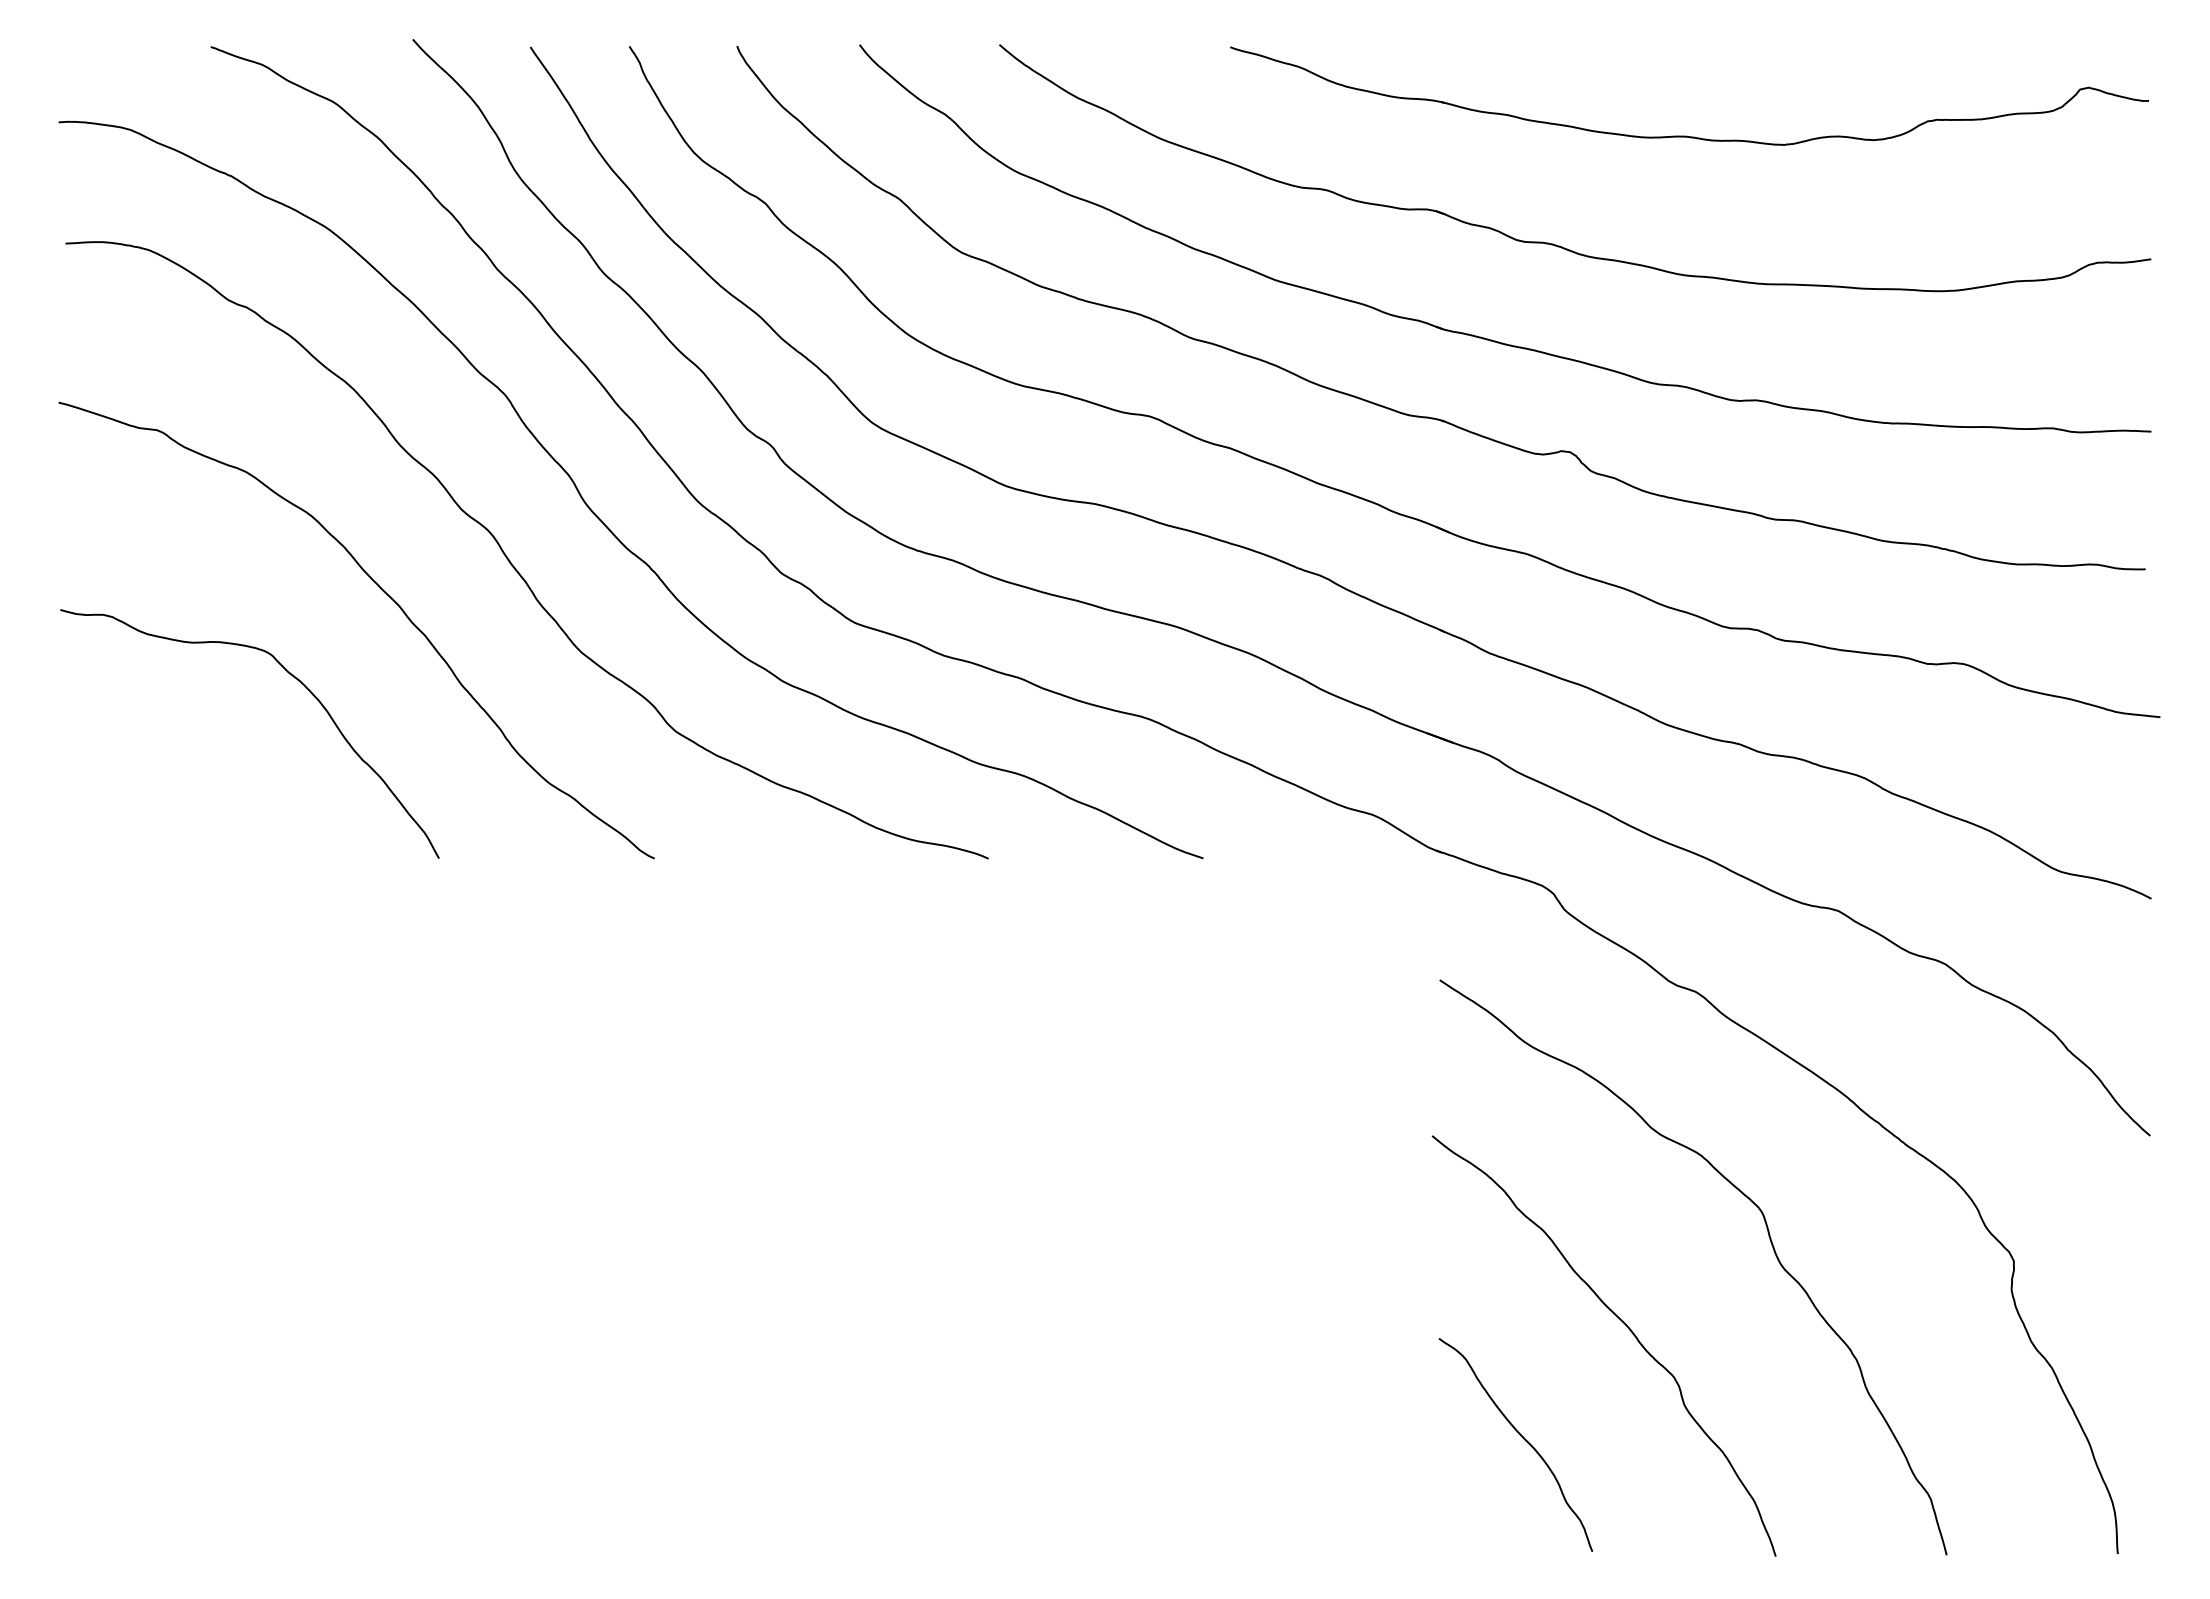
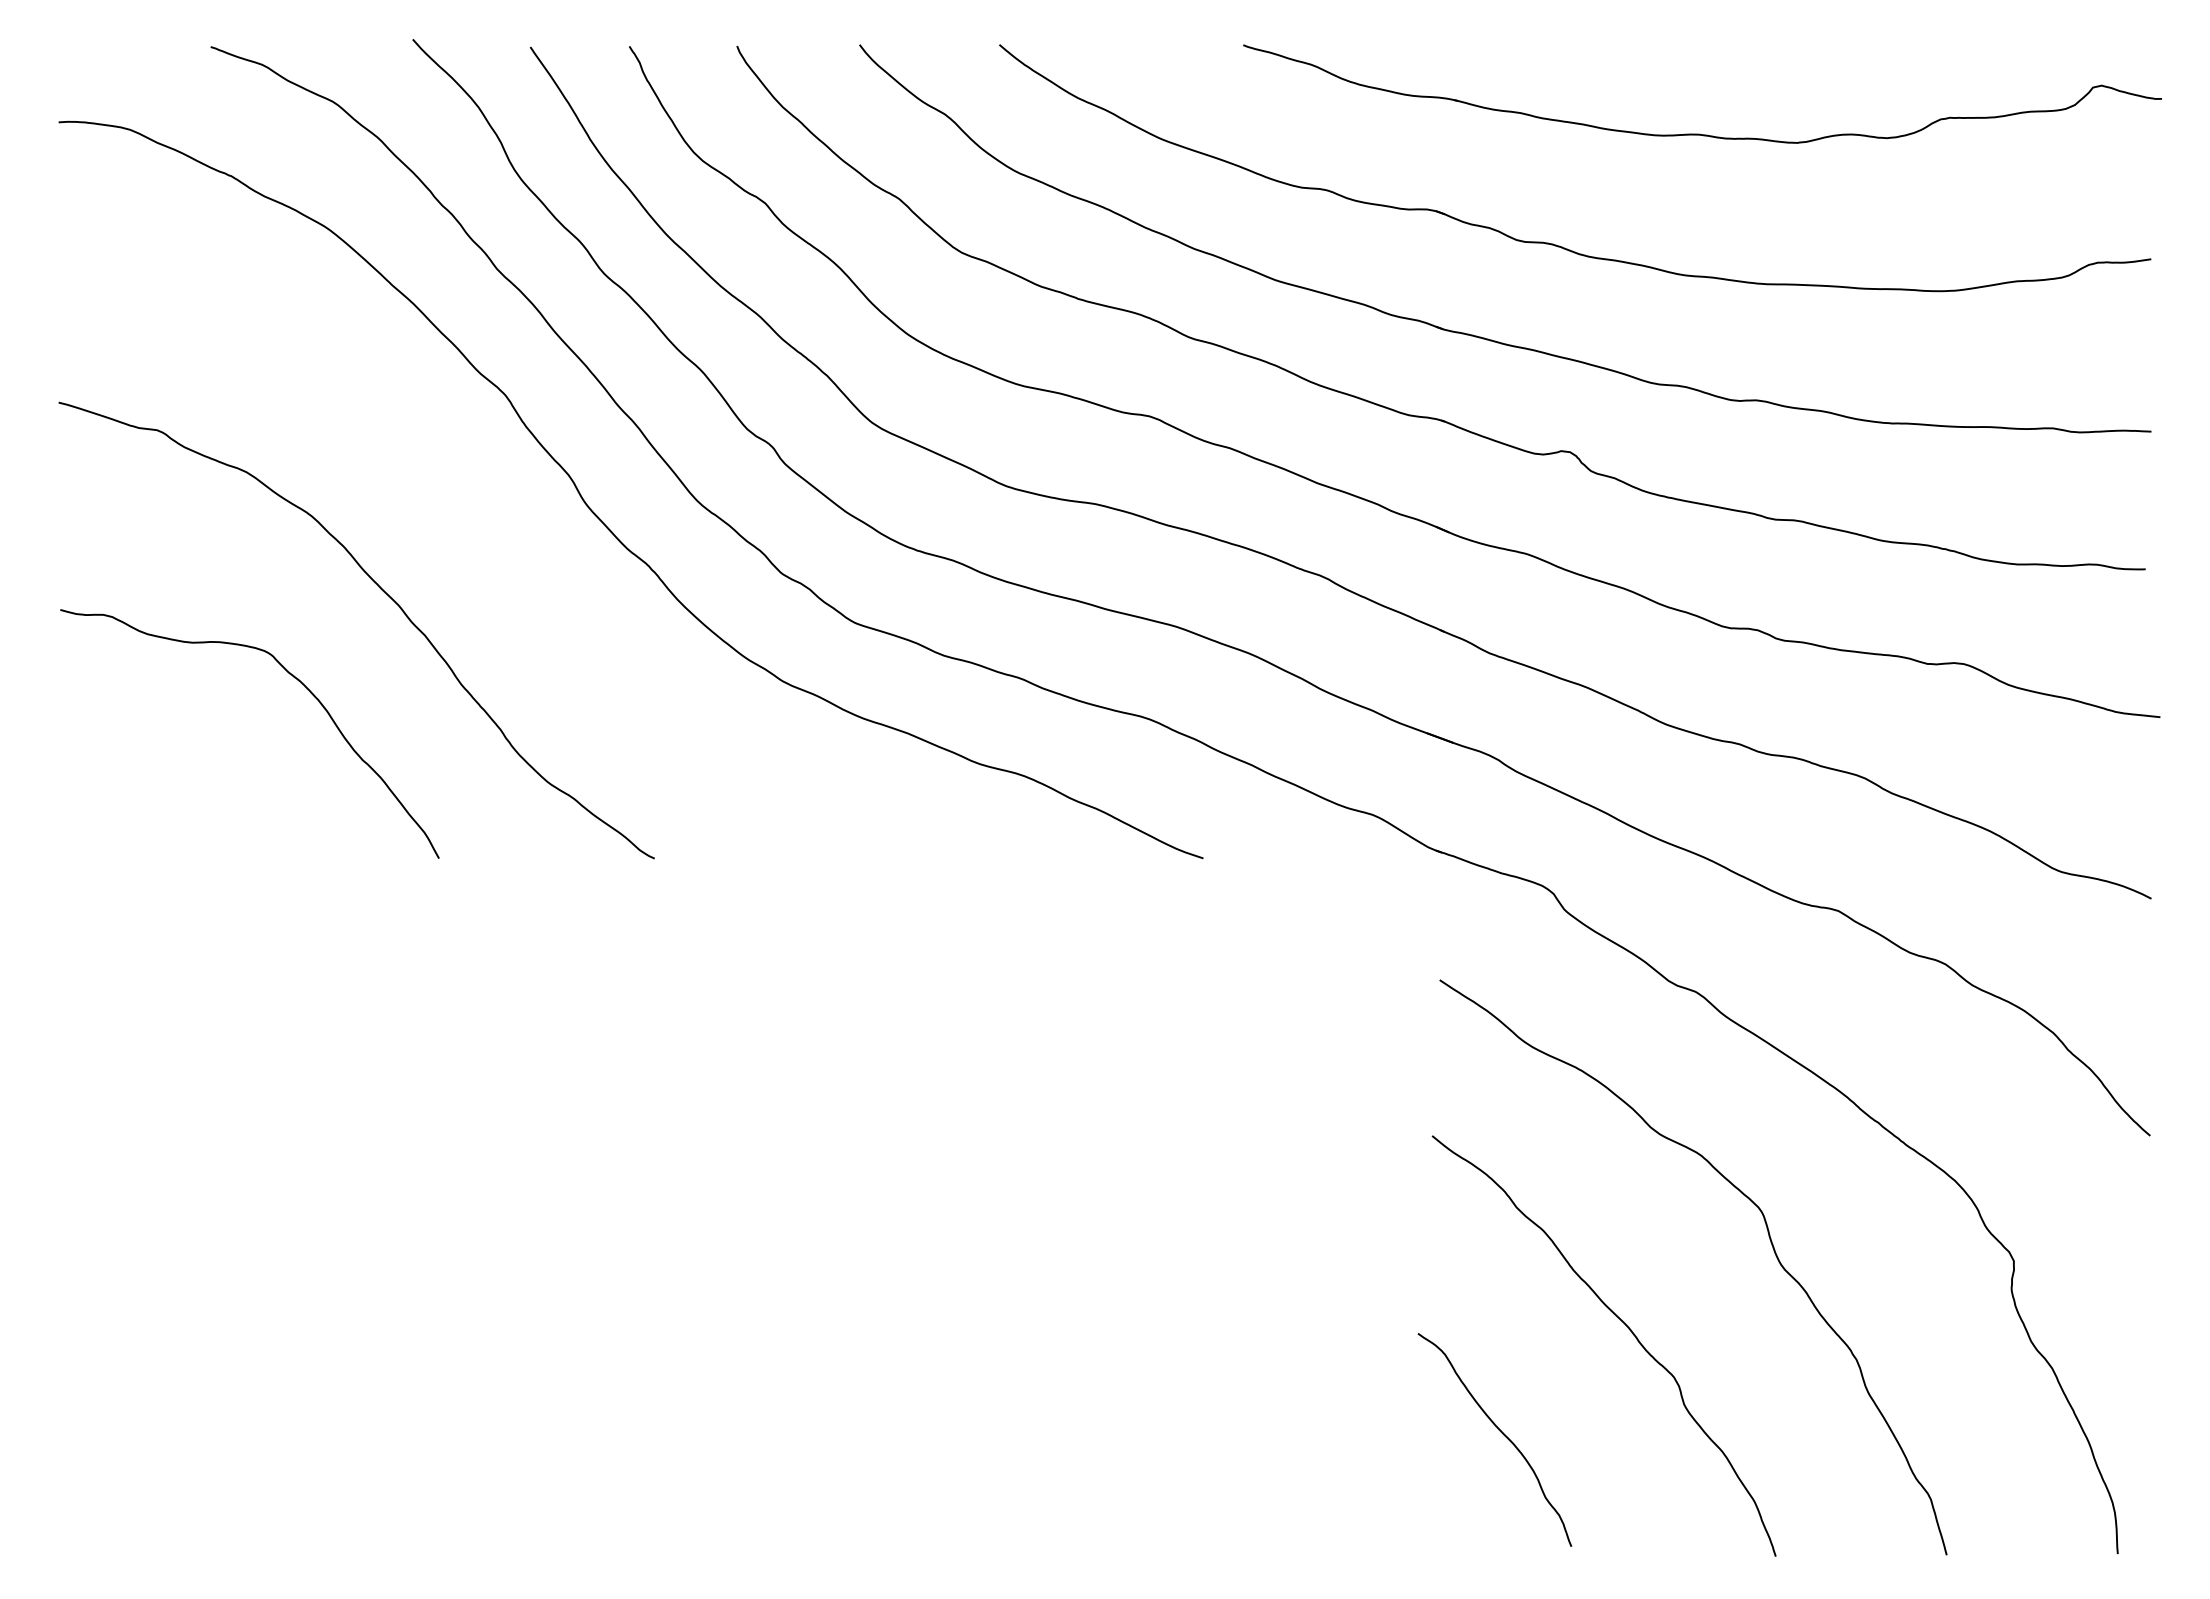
part at (1686, 135) position: (1686, 135) -> (1699, 133)
curve at (512, 563): present -> none
curve at (1521, 1437) position: (1521, 1437) -> (1500, 1432)
